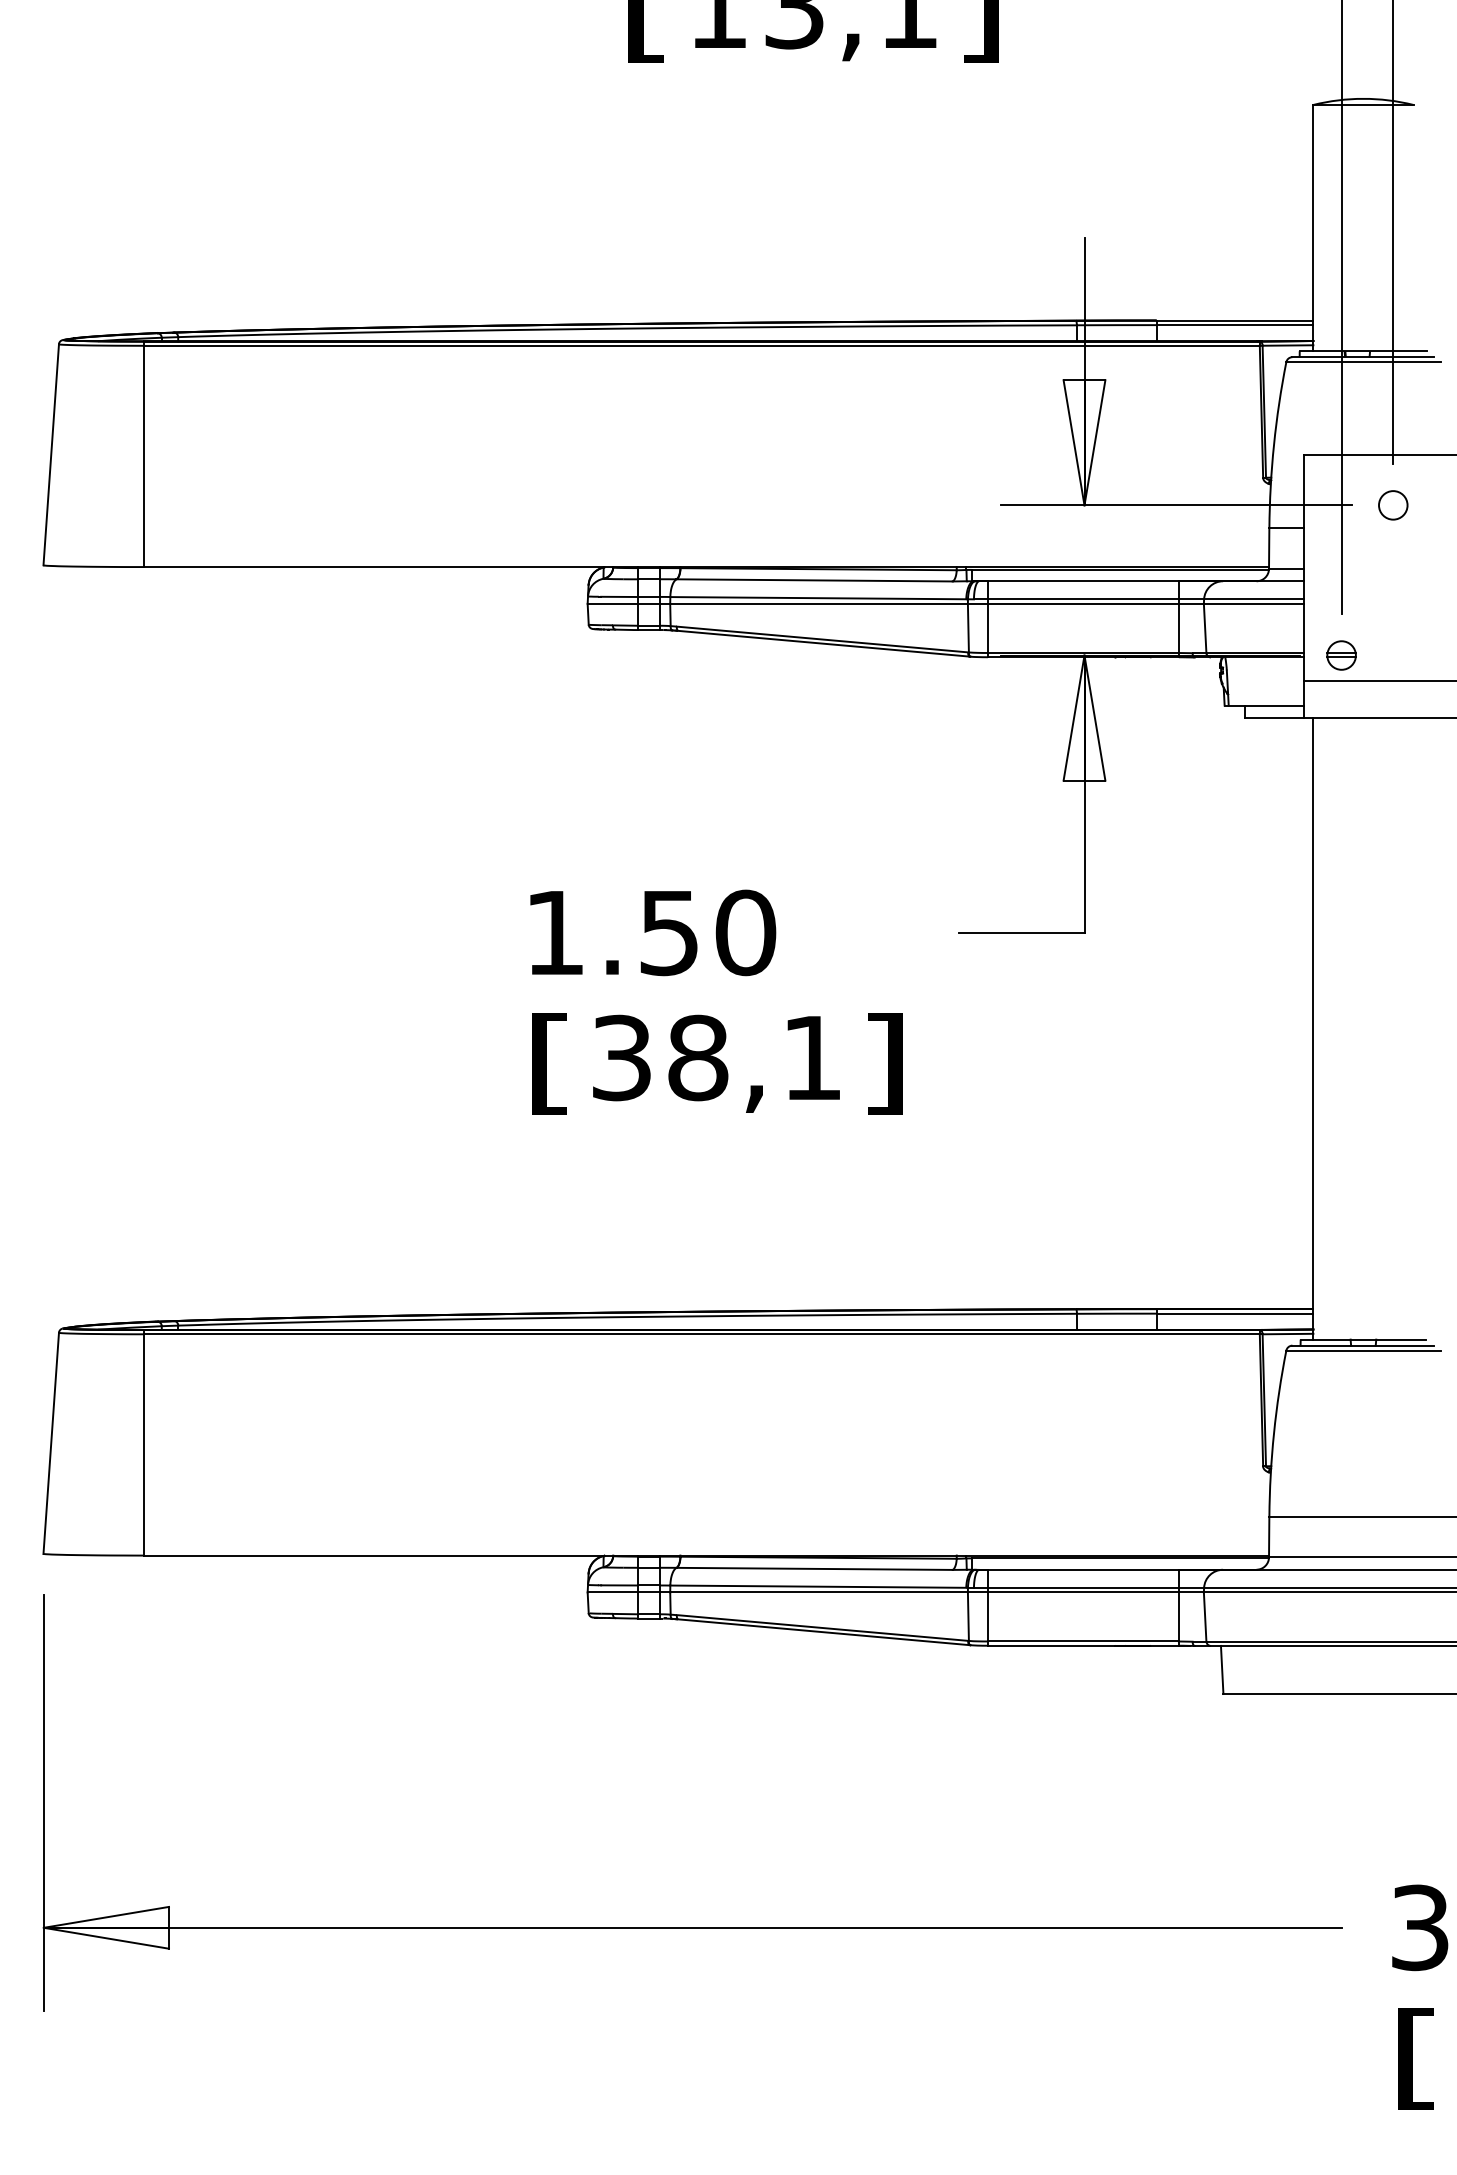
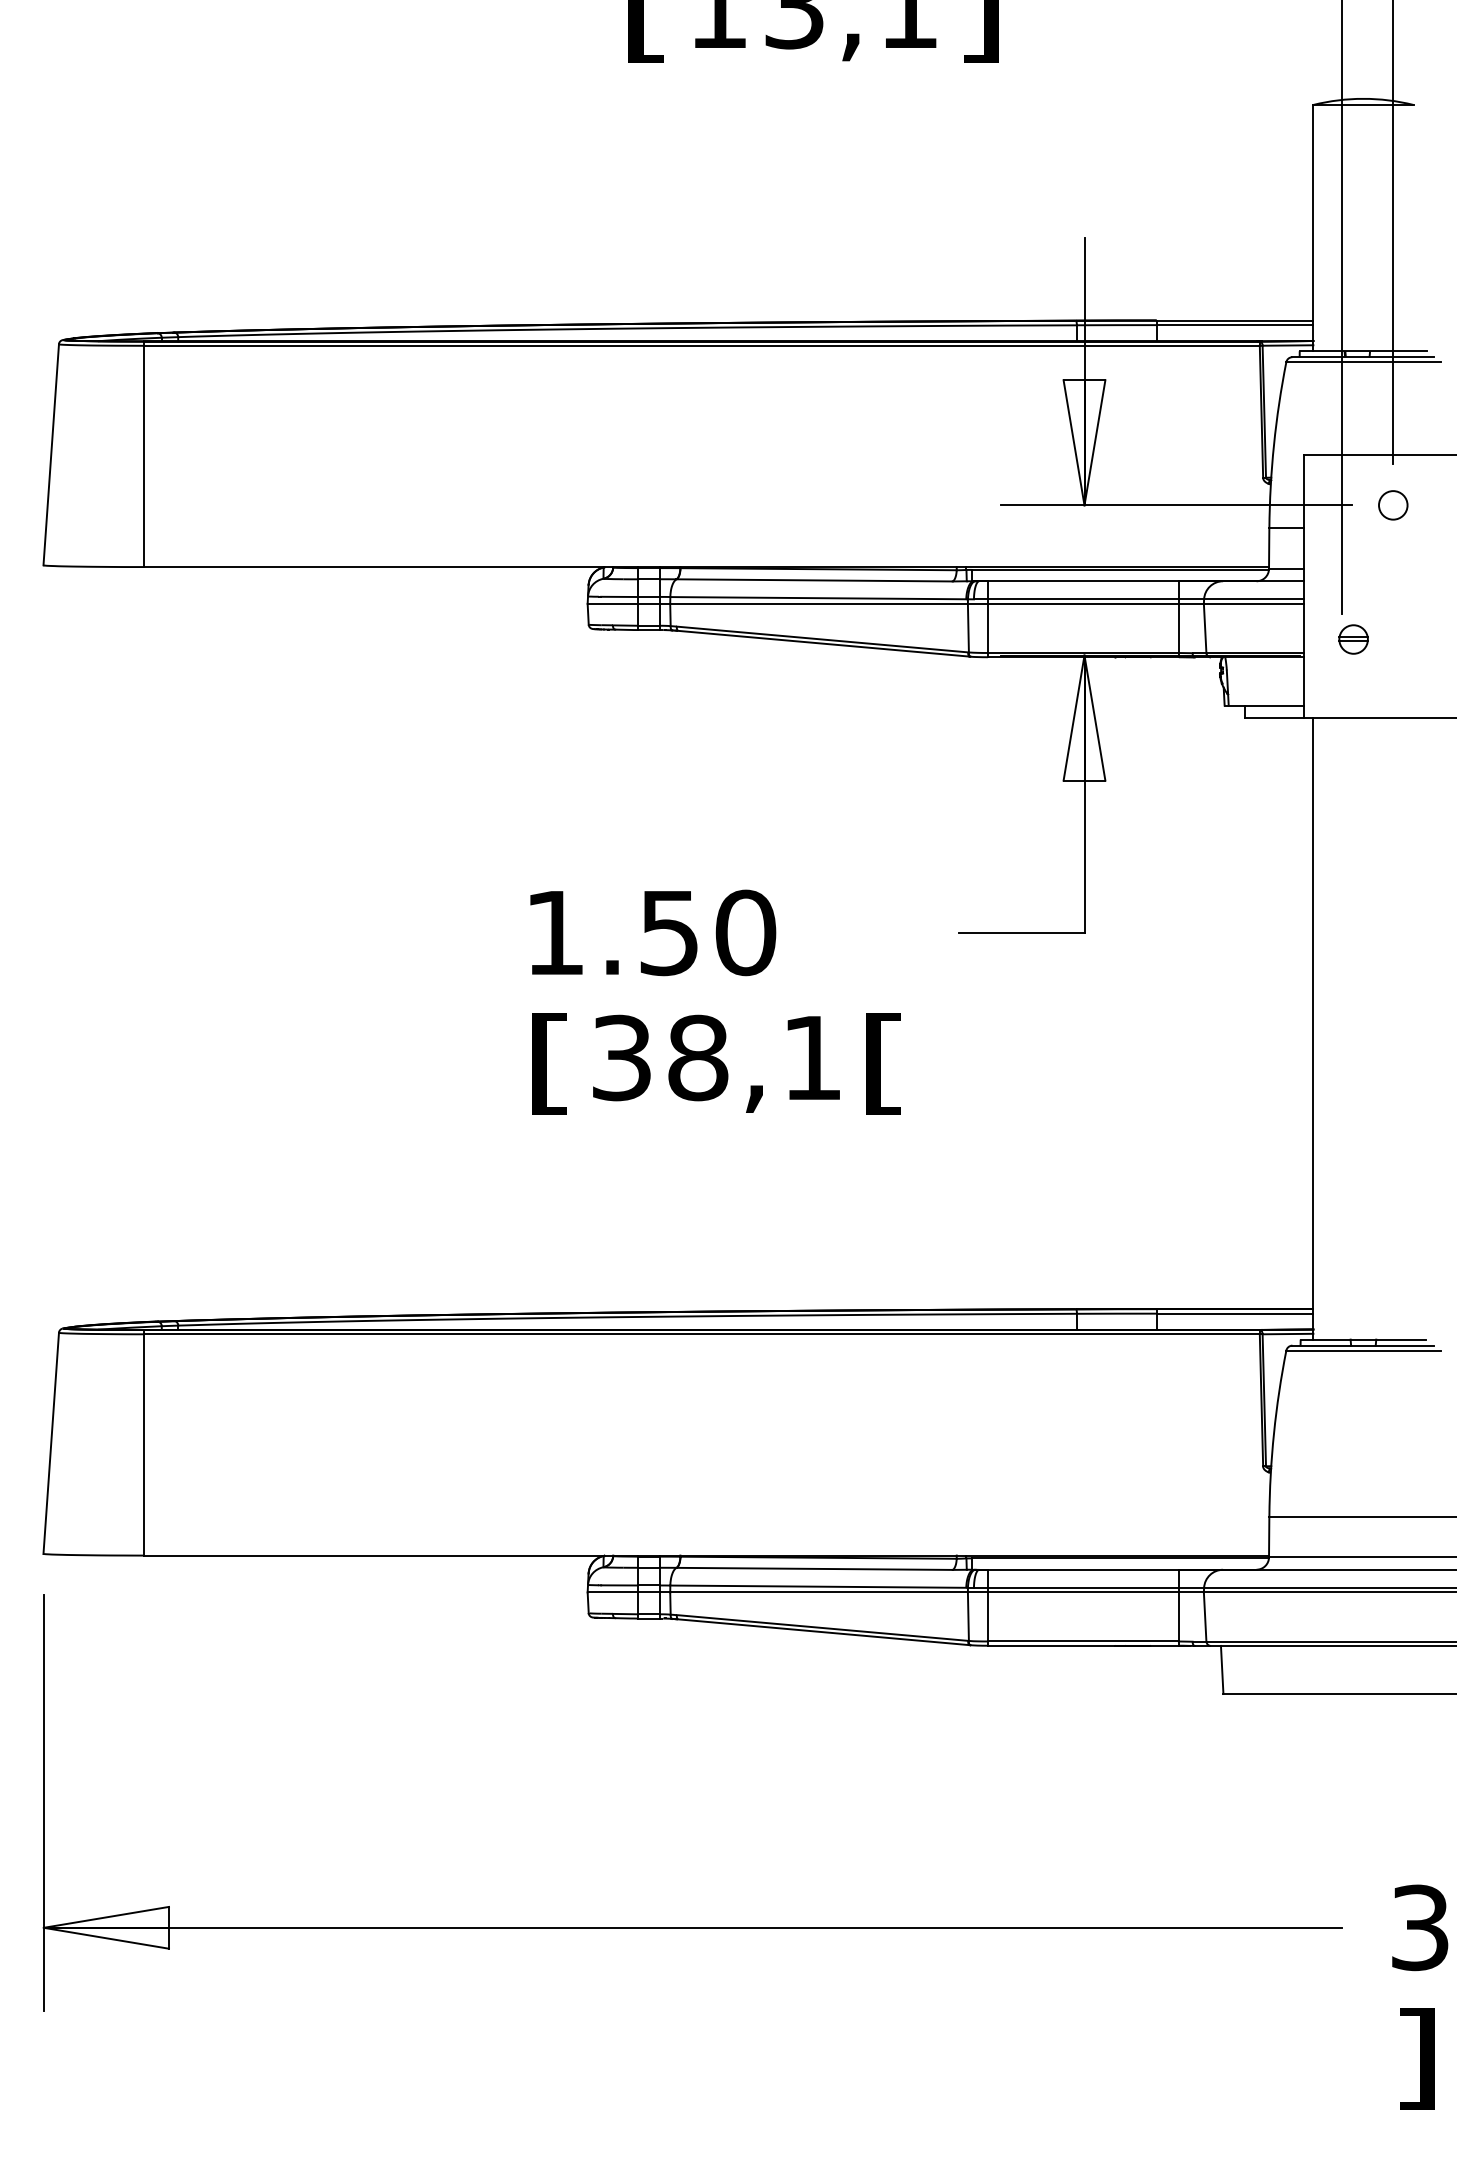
part at (1341, 655) position: (1341, 655) -> (1353, 639)
line at (1378, 680): present -> none
text at (884, 1063): ] -> [
text at (1416, 2058): [ -> ]
